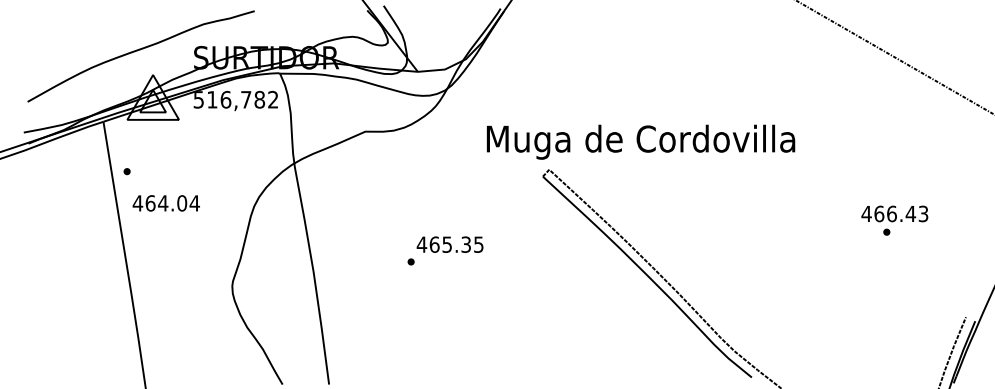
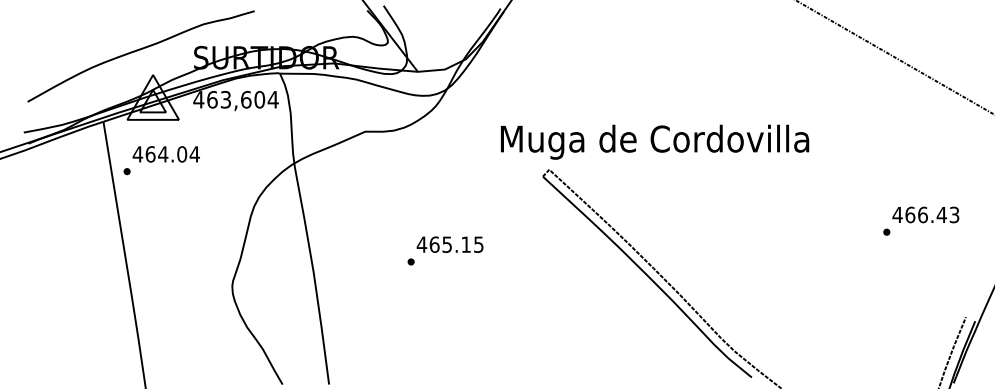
text at (235, 99): 516,782 -> 463,604
text at (641, 141) position: (641, 141) -> (655, 141)
text at (165, 203) position: (165, 203) -> (165, 154)
text at (894, 213) position: (894, 213) -> (925, 214)
text at (465, 244): 465.35 -> 465.15
